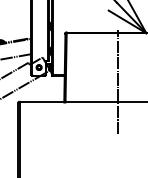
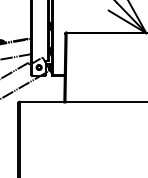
line at (118, 82): present -> none
